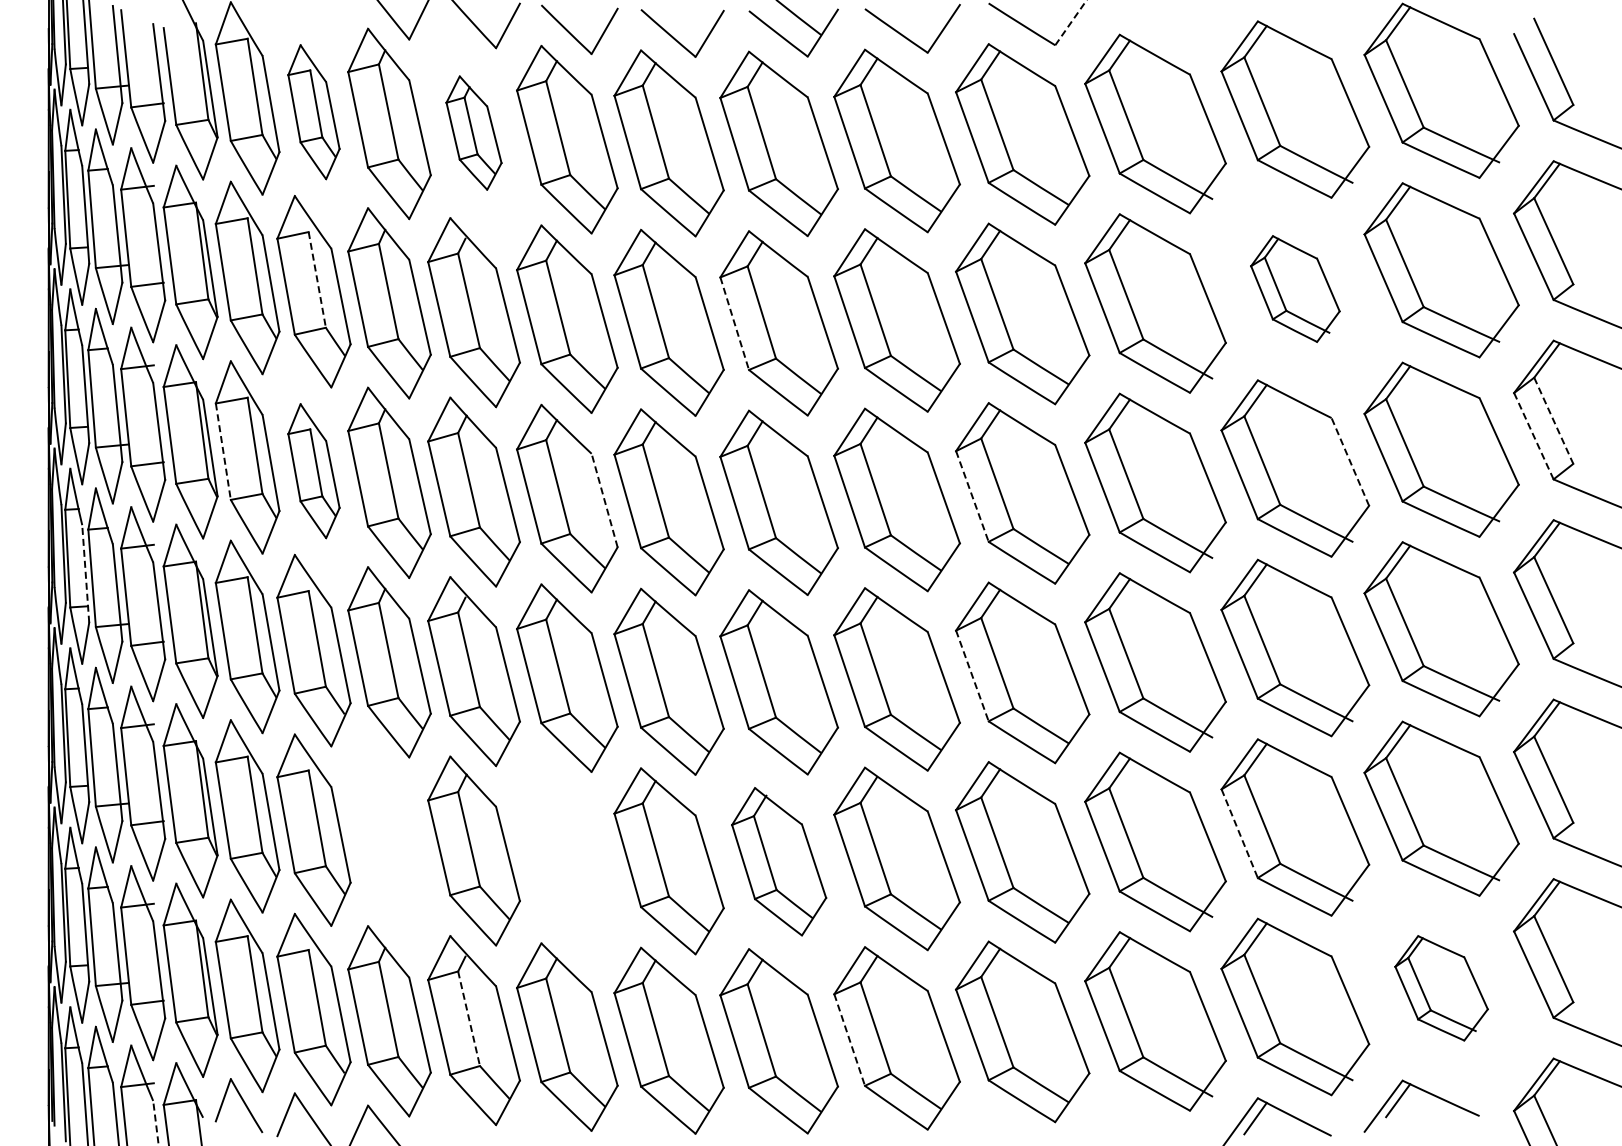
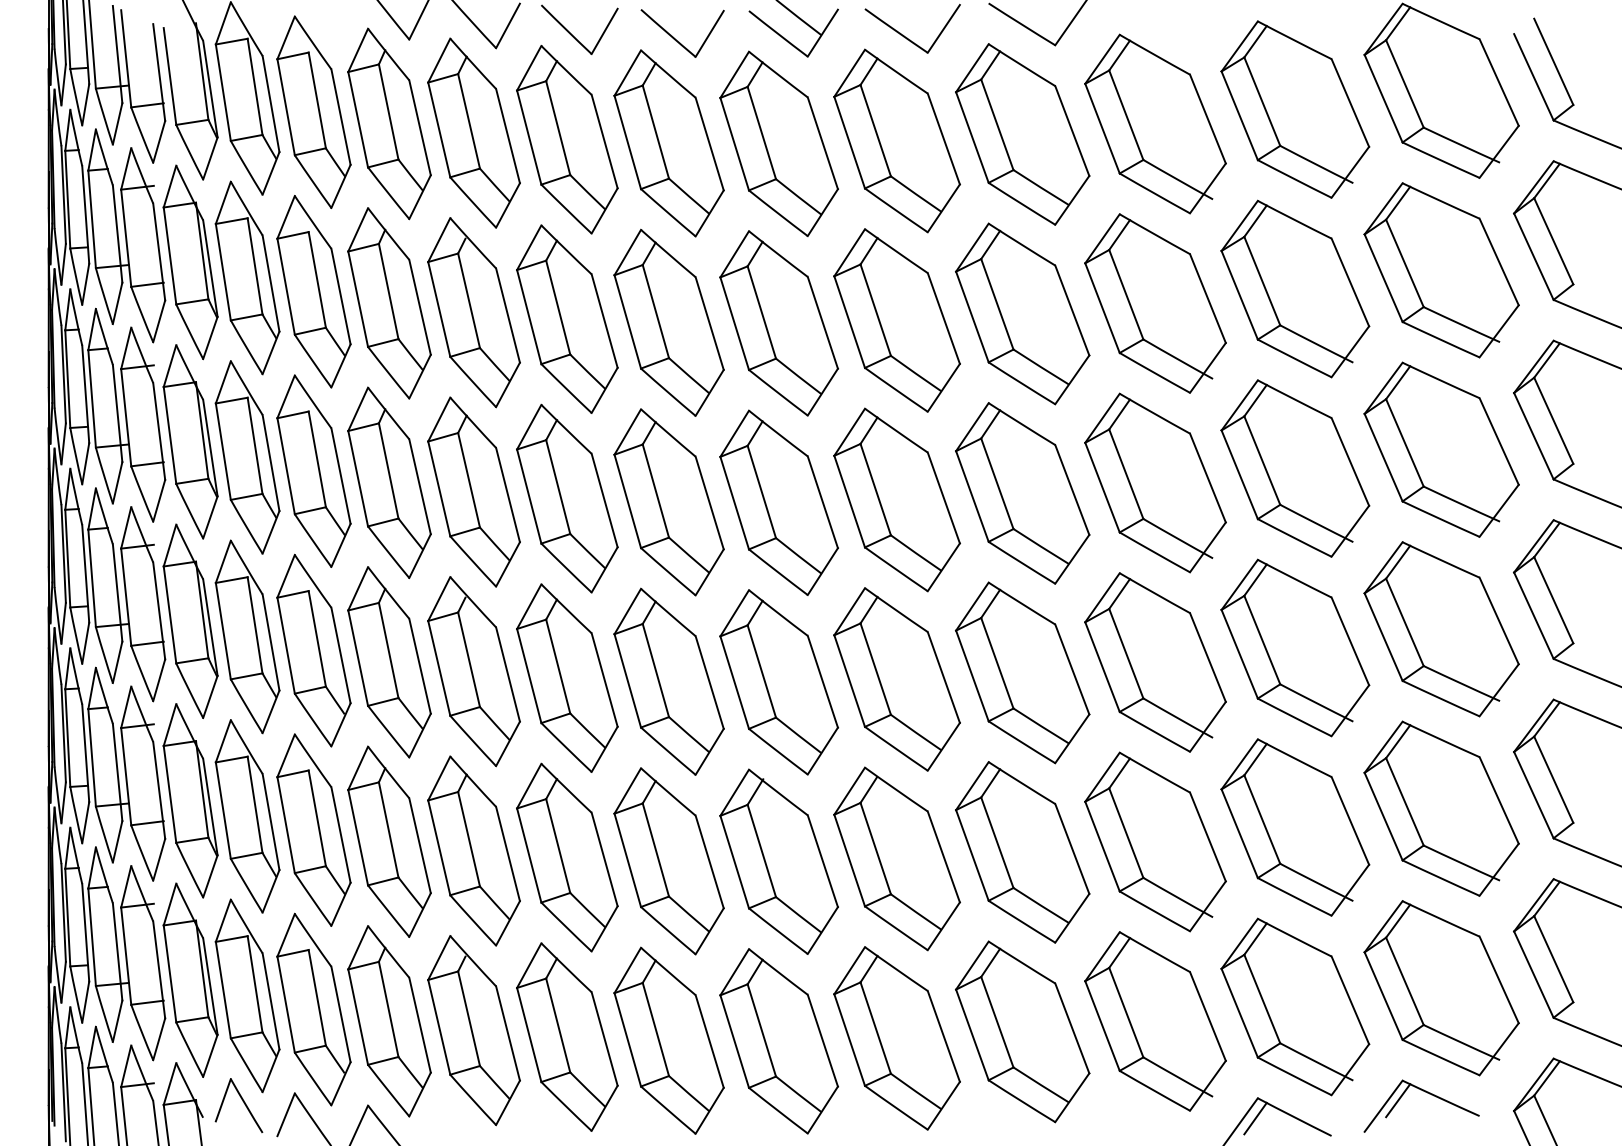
line at (1071, 22): dashed -> solid
part at (313, 112) size: 54x137 px -> 76x194 px
part at (473, 132) size: 58x116 px -> 94x192 px
line at (317, 279): dashed -> solid
part at (1295, 288) size: 91x108 px -> 151x180 px
line at (734, 324): dashed -> solid
line at (1553, 421): dashed -> solid
line at (1534, 436): dashed -> solid
line at (223, 451): dashed -> solid
line at (1350, 461): dashed -> solid
part at (313, 471) size: 54x137 px -> 76x194 px
line at (972, 496): dashed -> solid
line at (604, 500): dashed -> solid
line at (85, 573): dashed -> solid
line at (972, 676): dashed -> solid
line at (1239, 833): dashed -> solid
part at (389, 841): none -> present
part at (567, 857): none -> present
part at (779, 861) size: 97x150 px -> 120x187 px
part at (1441, 988) size: 95x107 px -> 157x177 px
line at (469, 1018): dashed -> solid
line at (849, 1040): dashed -> solid
line at (155, 1122): dashed -> solid
